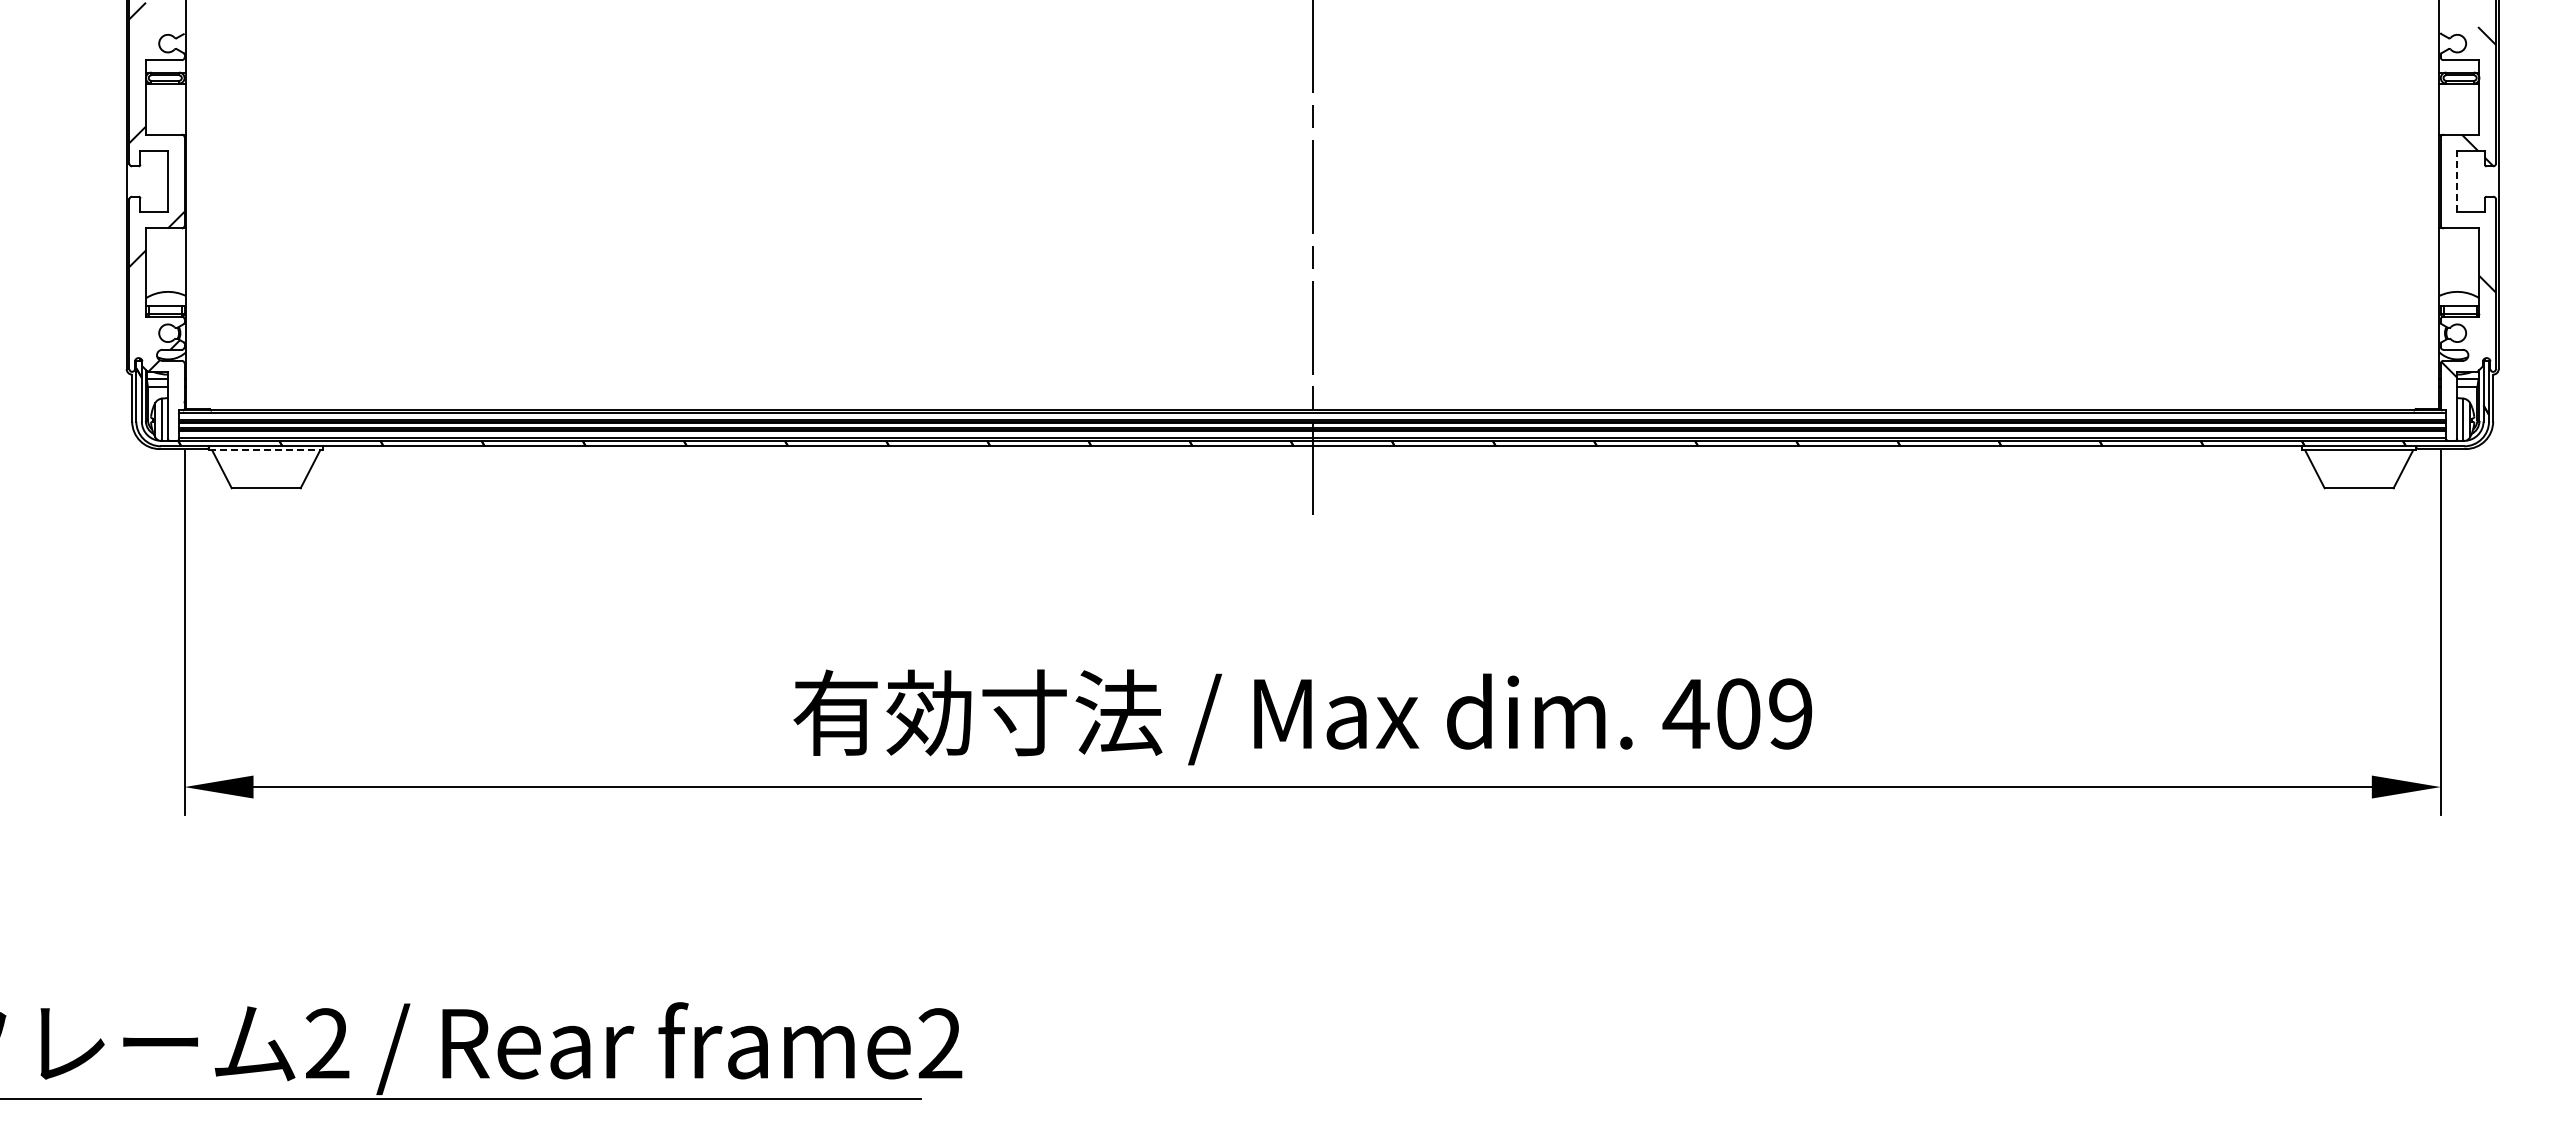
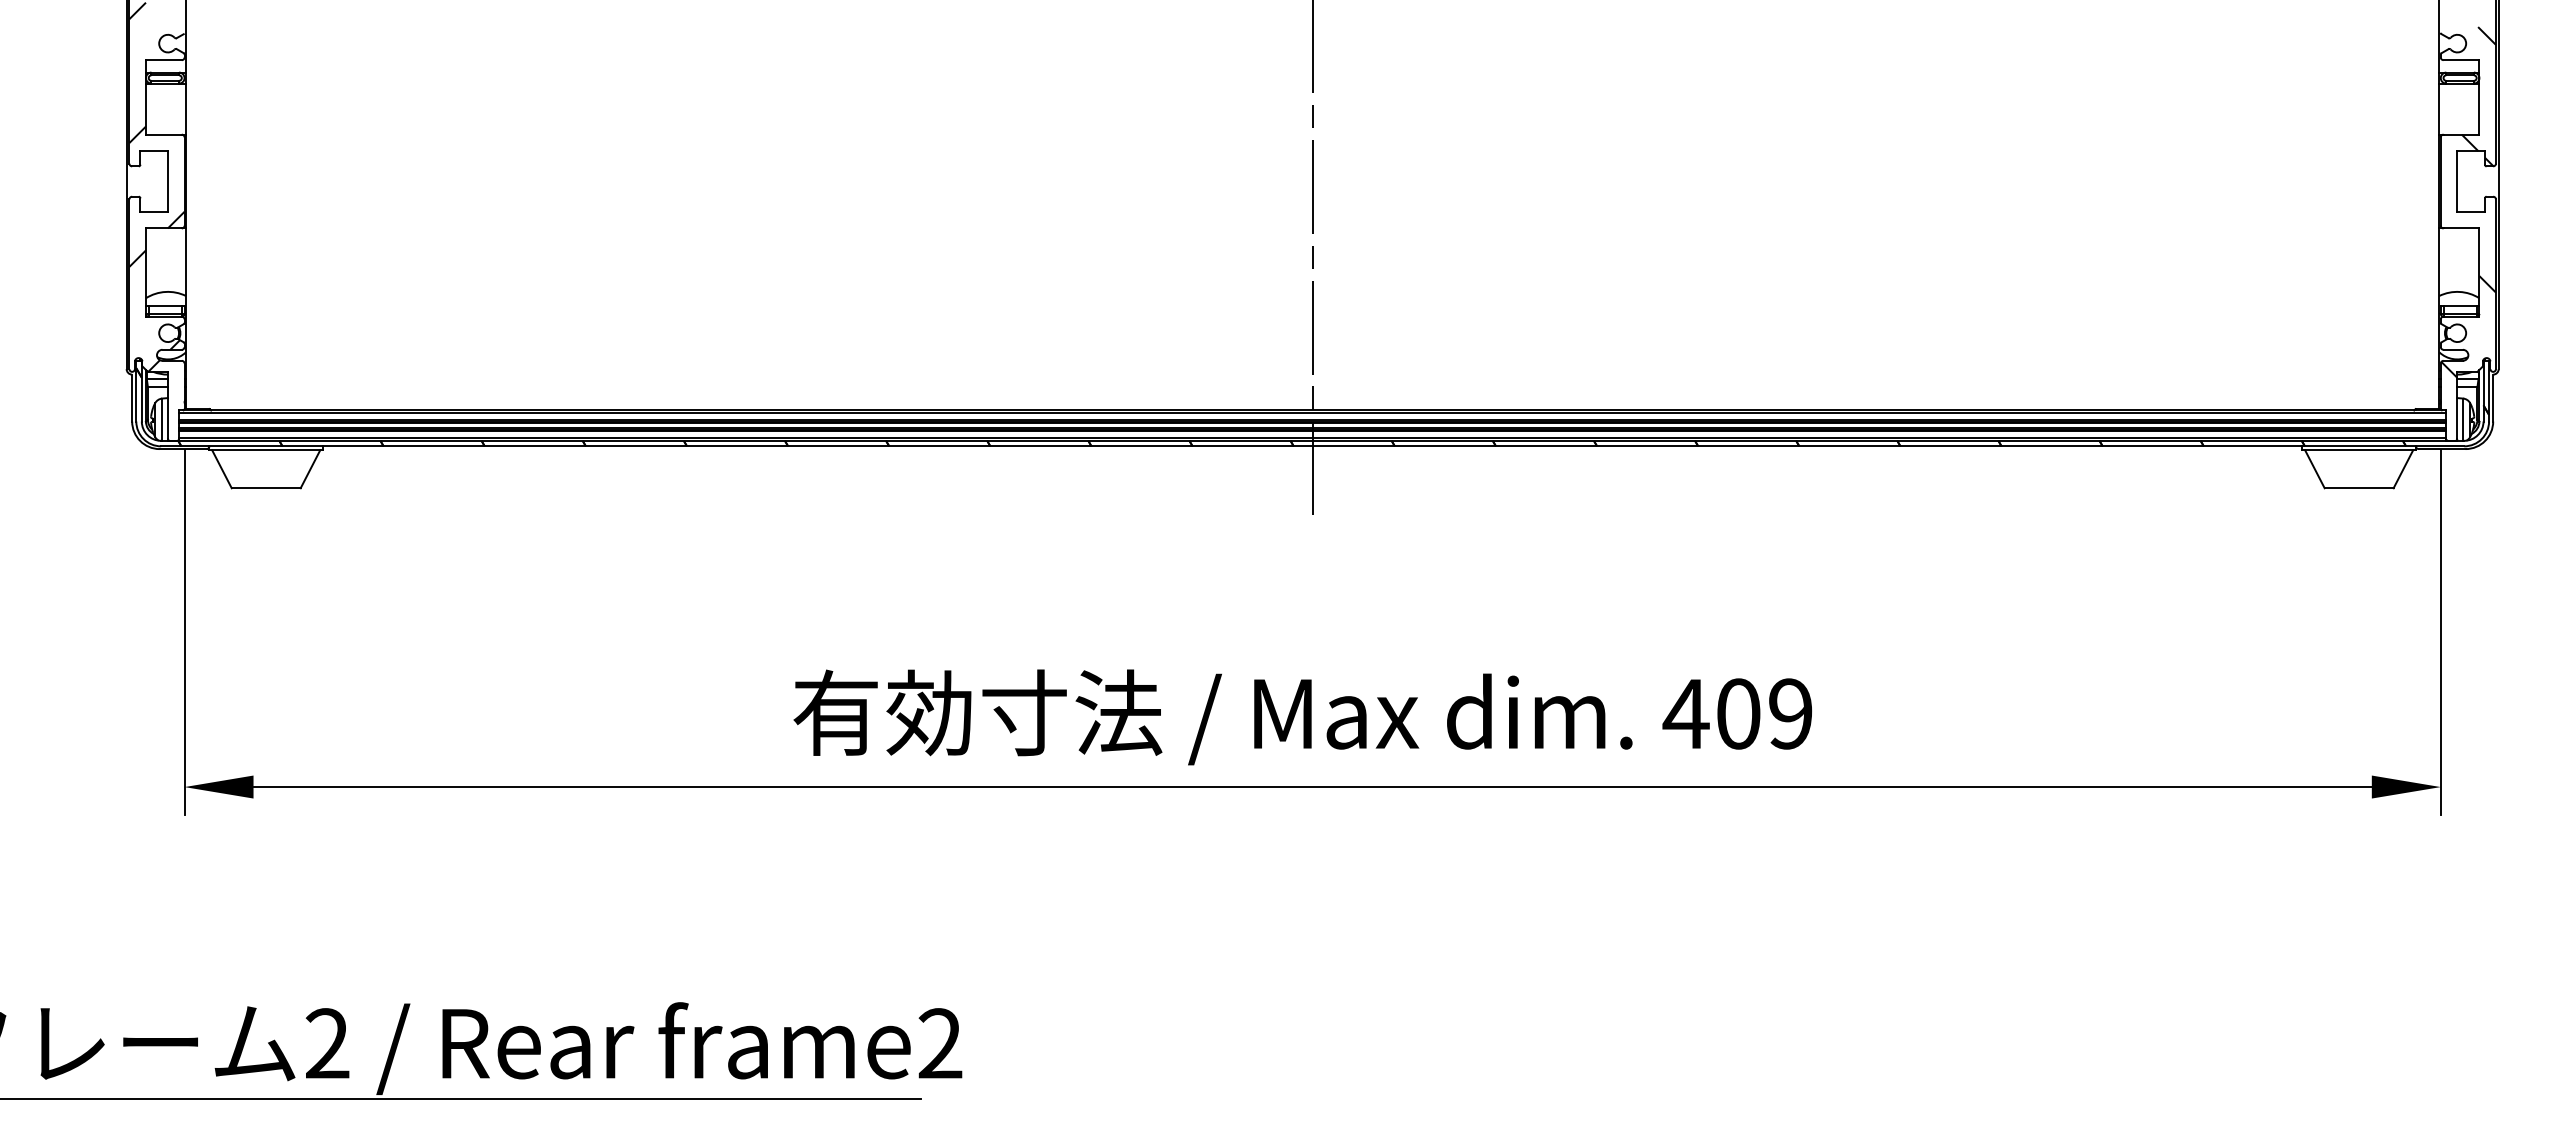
line at (2457, 181): dashed -> solid
line at (266, 450): dashed -> solid
